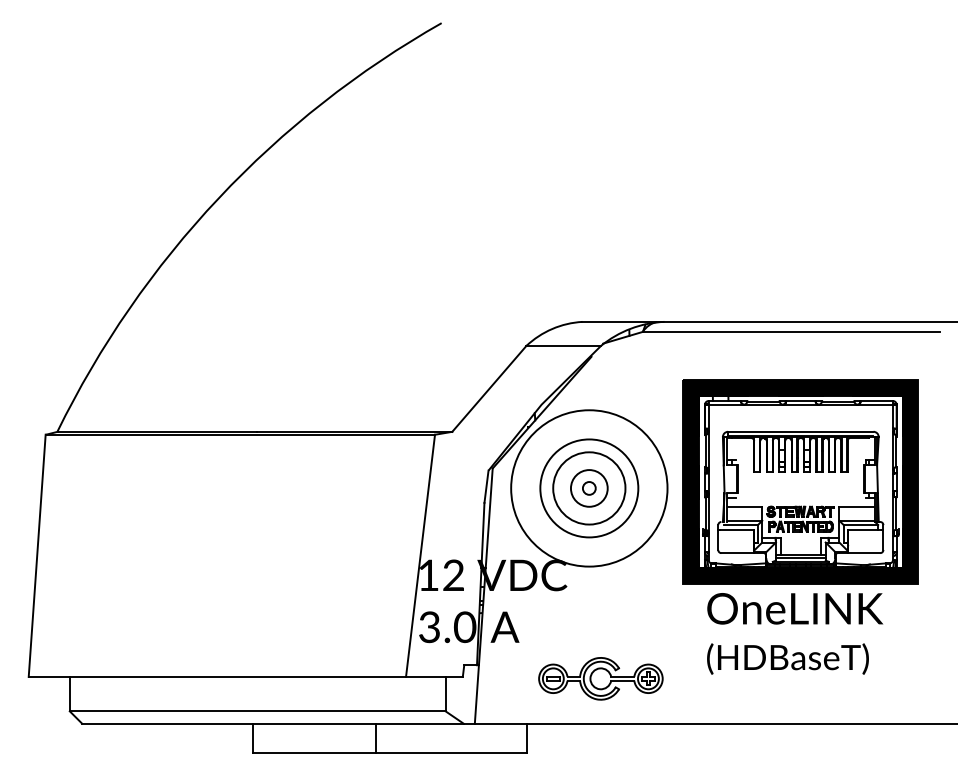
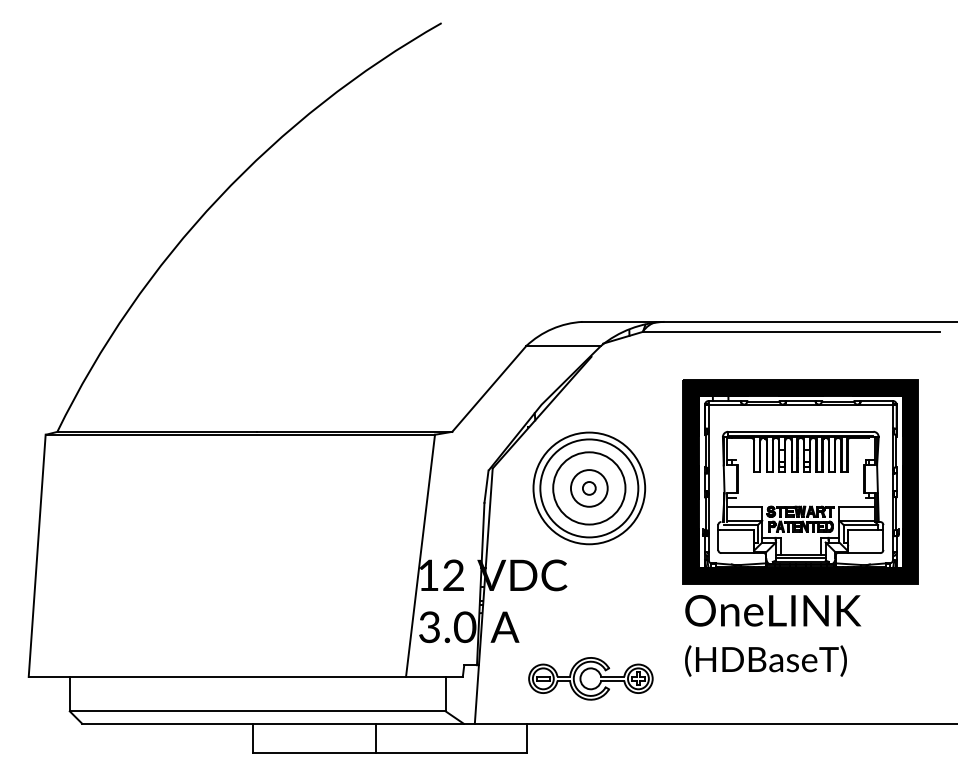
circle at (589, 488) diameter: 156 px -> 112 px
text at (795, 633) position: (795, 633) -> (773, 635)
part at (600, 678) position: (600, 678) -> (590, 678)
